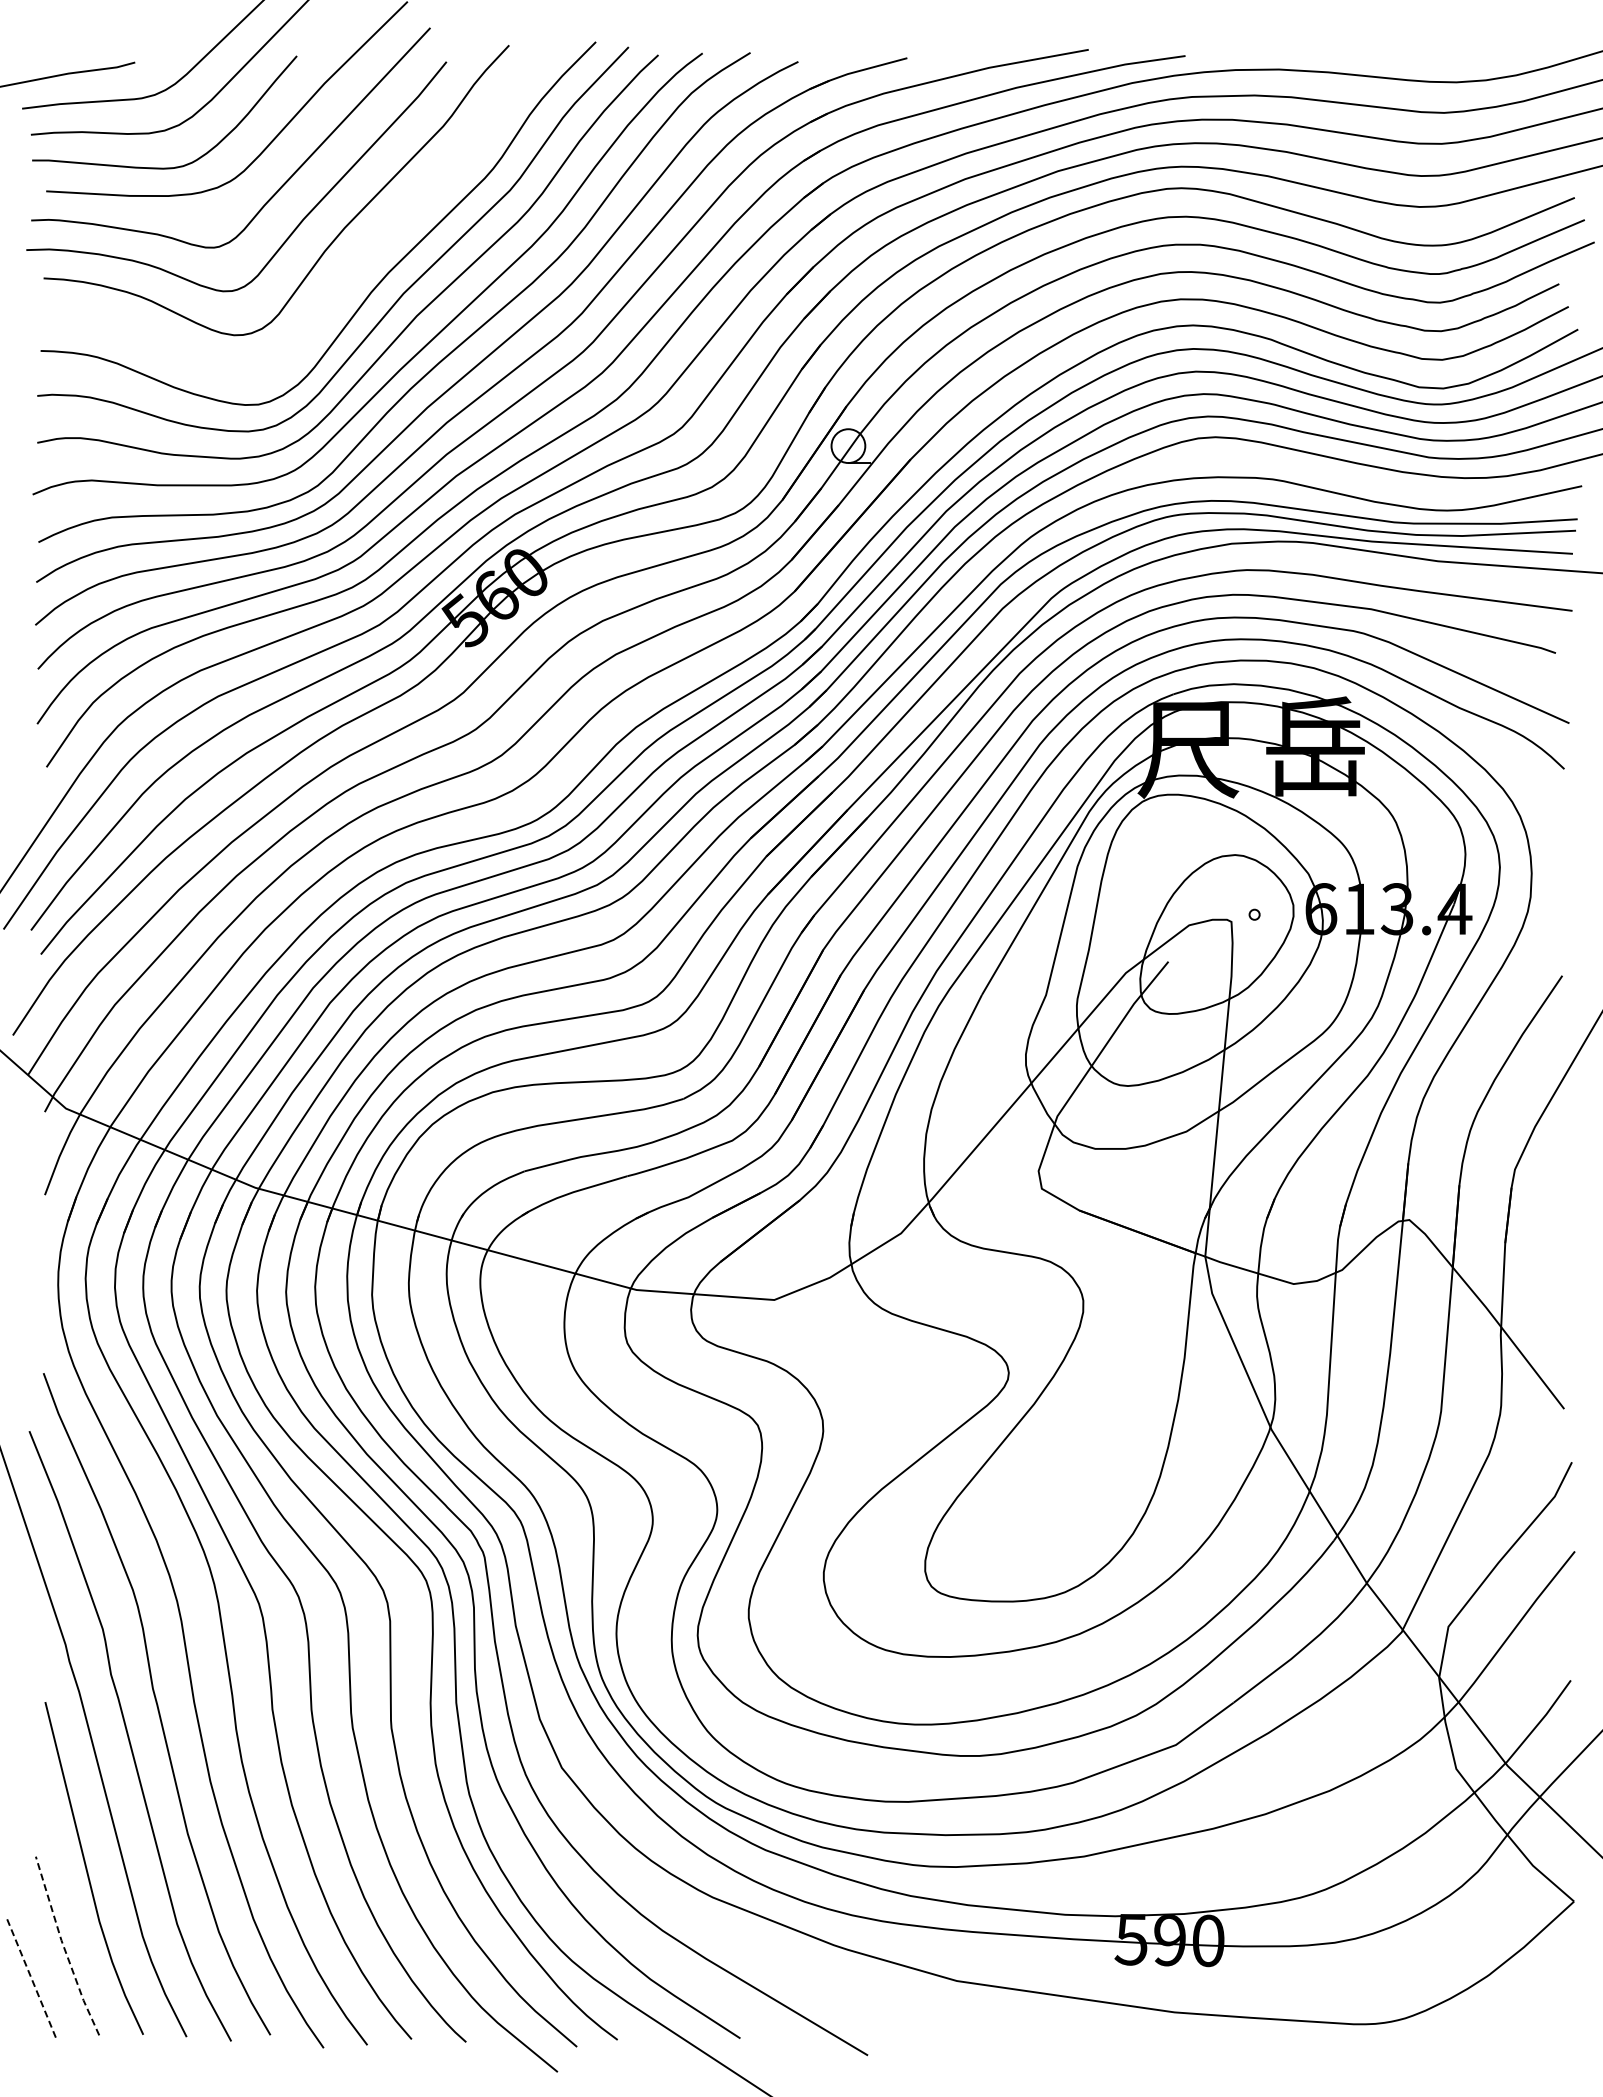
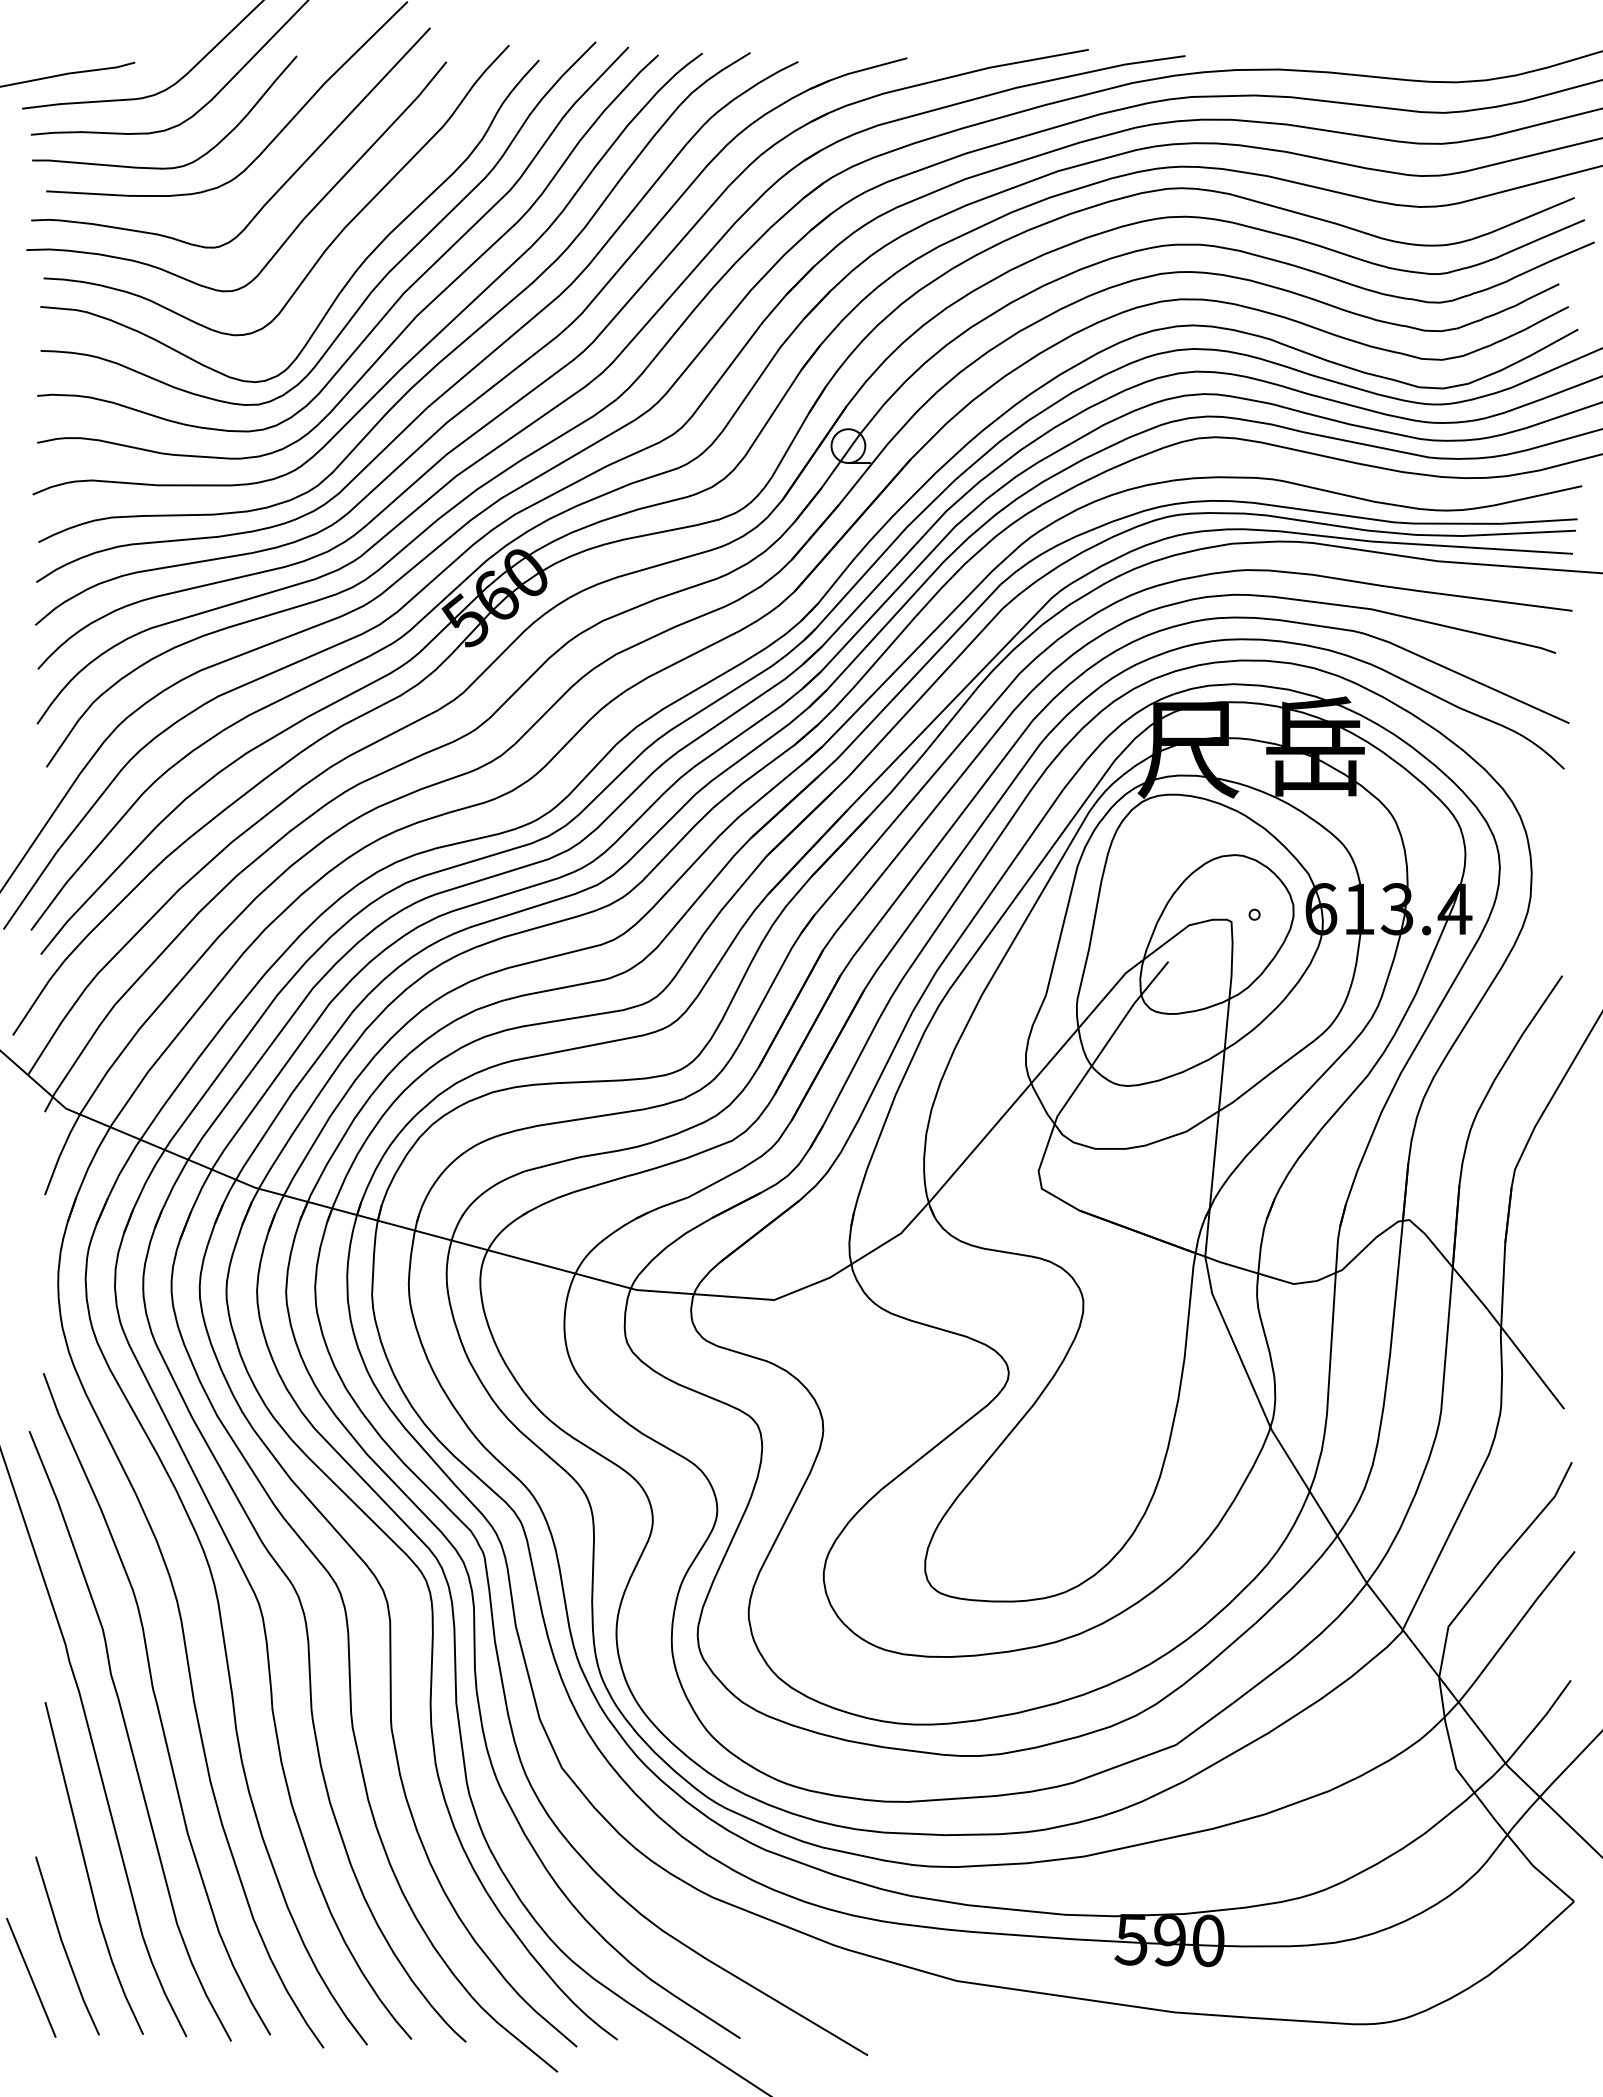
curve at (354, 271): none -> present
line at (64, 1947): dashed -> solid
line at (31, 1977): dashed -> solid
